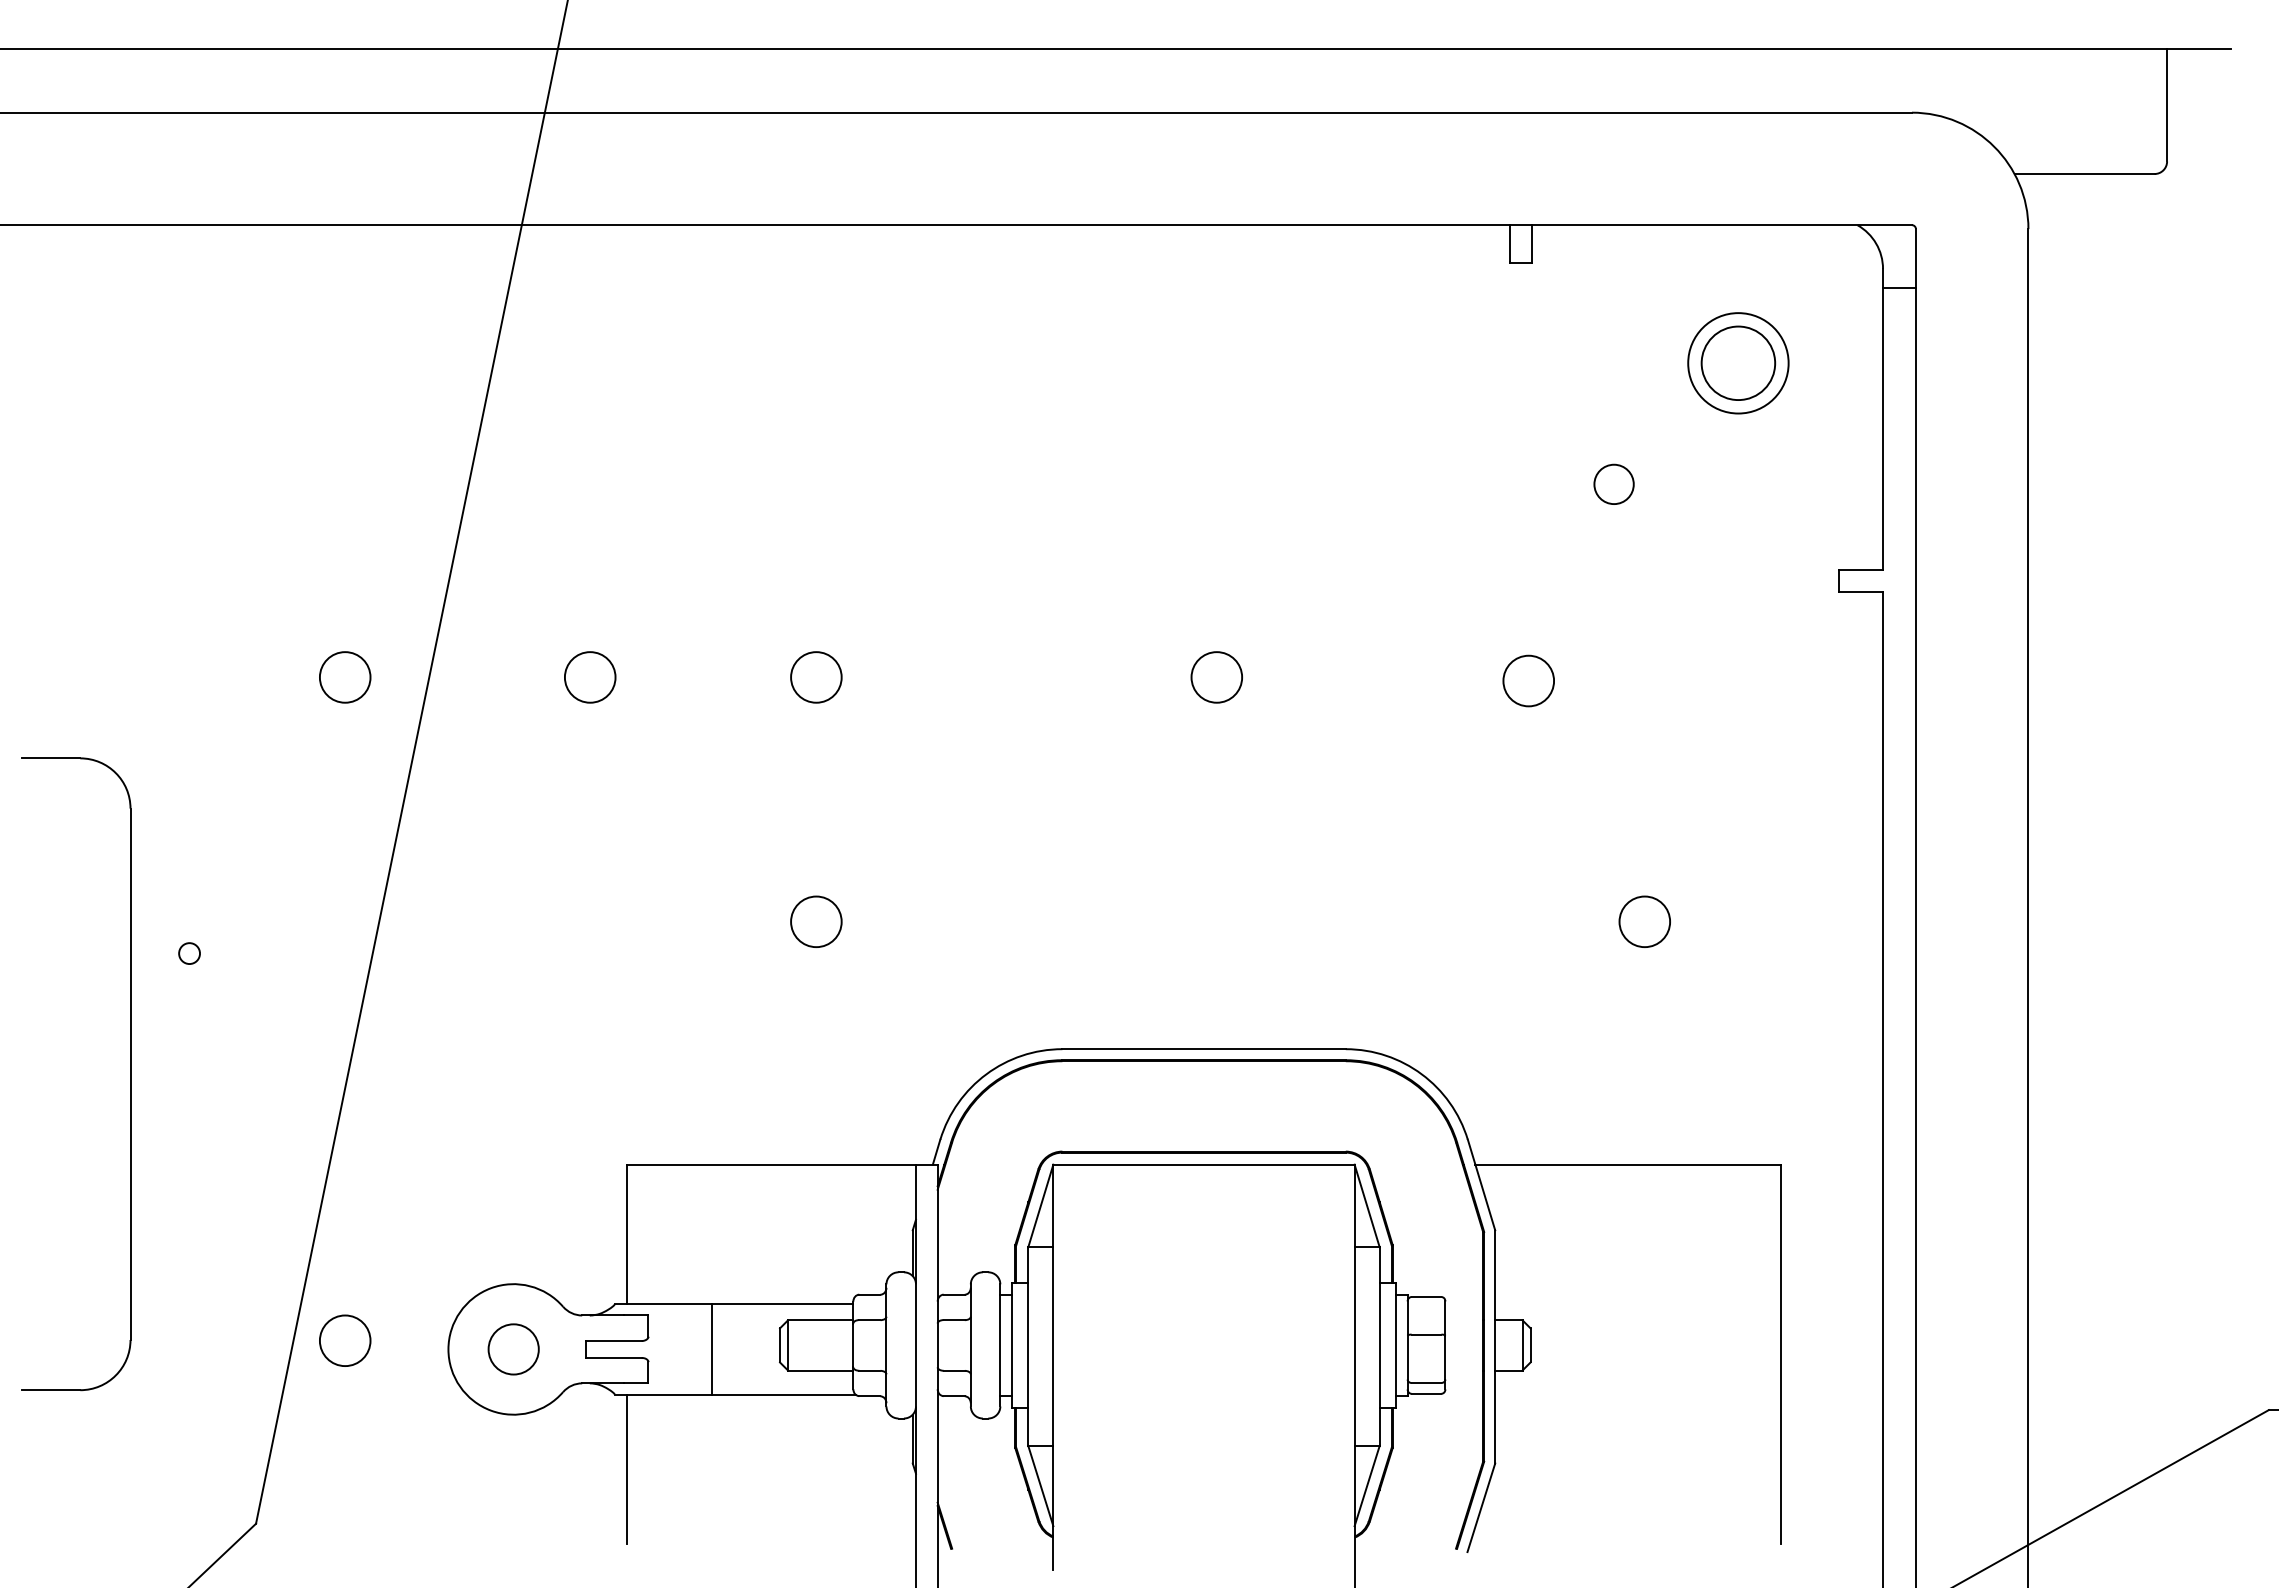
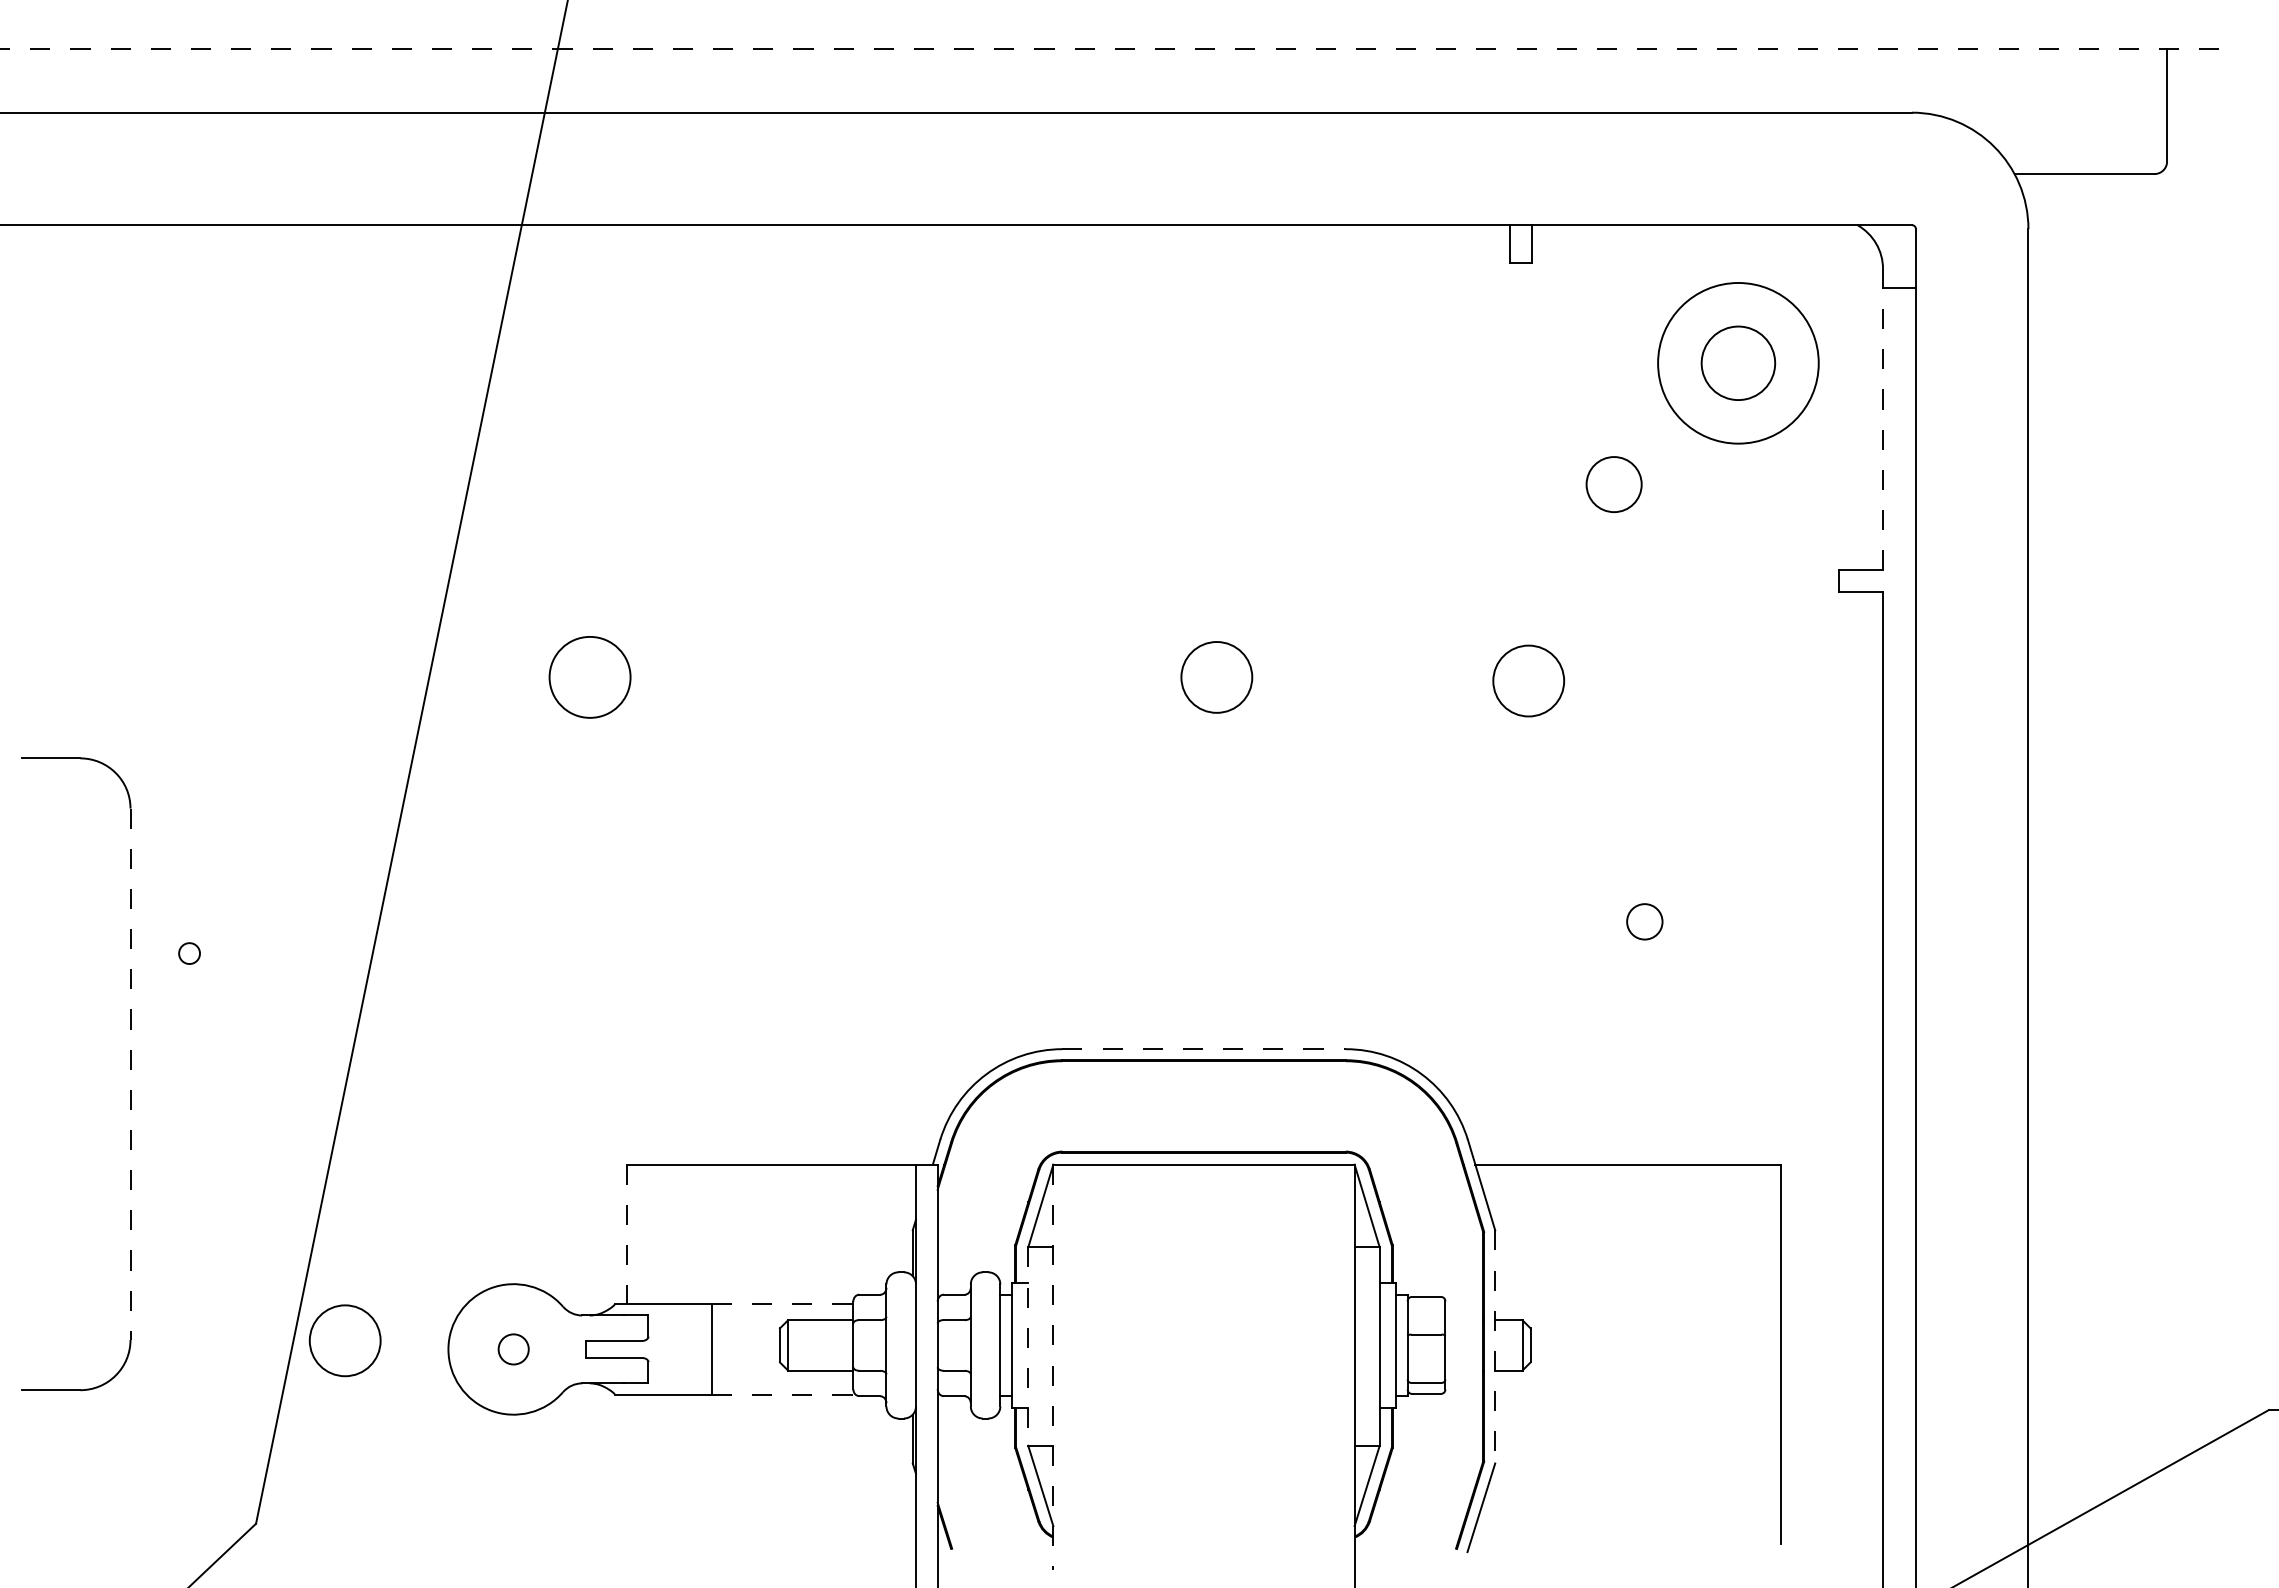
line at (1116, 49): solid -> dashed
circle at (1738, 363) diameter: 100 px -> 161 px
line at (1883, 419): solid -> dashed
circle at (1613, 483) size: 42x42 px -> 58x57 px
circle at (345, 677): present -> none
circle at (590, 677) size: 53x53 px -> 84x83 px
circle at (816, 677): present -> none
circle at (1216, 677) diameter: 51 px -> 71 px
circle at (1528, 680) diameter: 51 px -> 71 px
circle at (816, 921): present -> none
circle at (1644, 921) diameter: 51 px -> 35 px
line at (1204, 1049): solid -> dashed
line at (130, 1074): solid -> dashed
line at (626, 1234): solid -> dashed
line at (782, 1303): solid -> dashed
circle at (344, 1340) diameter: 51 px -> 71 px
line at (1495, 1346): solid -> dashed
line at (1028, 1347): solid -> dashed
circle at (513, 1349) diameter: 50 px -> 30 px
line at (1053, 1367): solid -> dashed
line at (783, 1395): solid -> dashed
line at (626, 1469): present -> none
